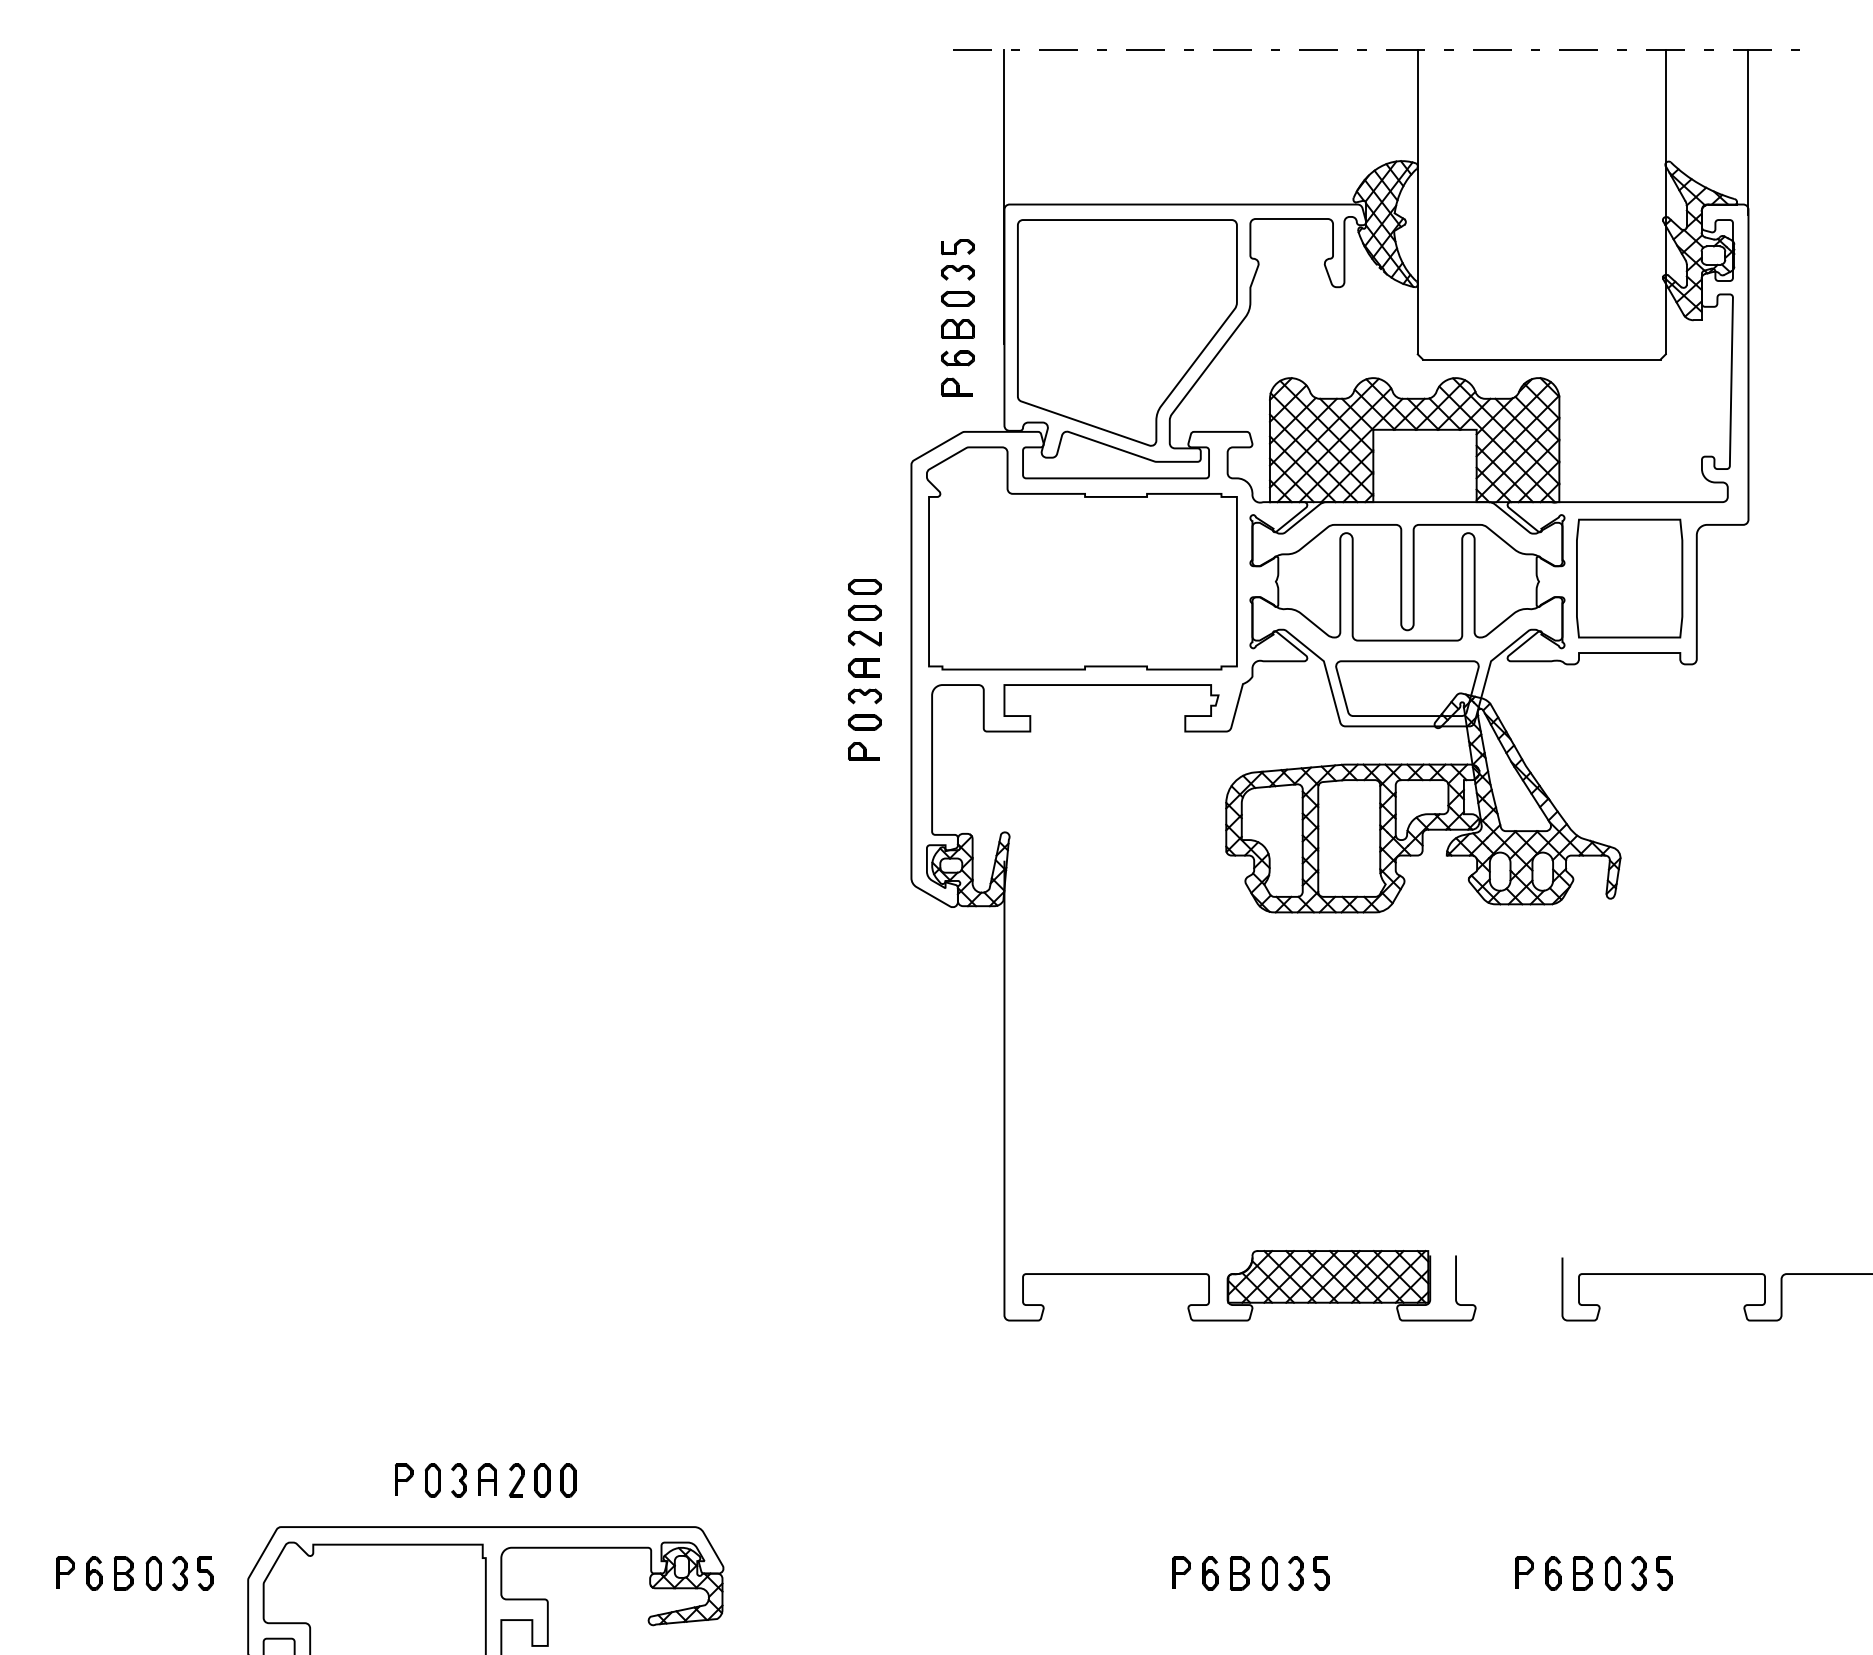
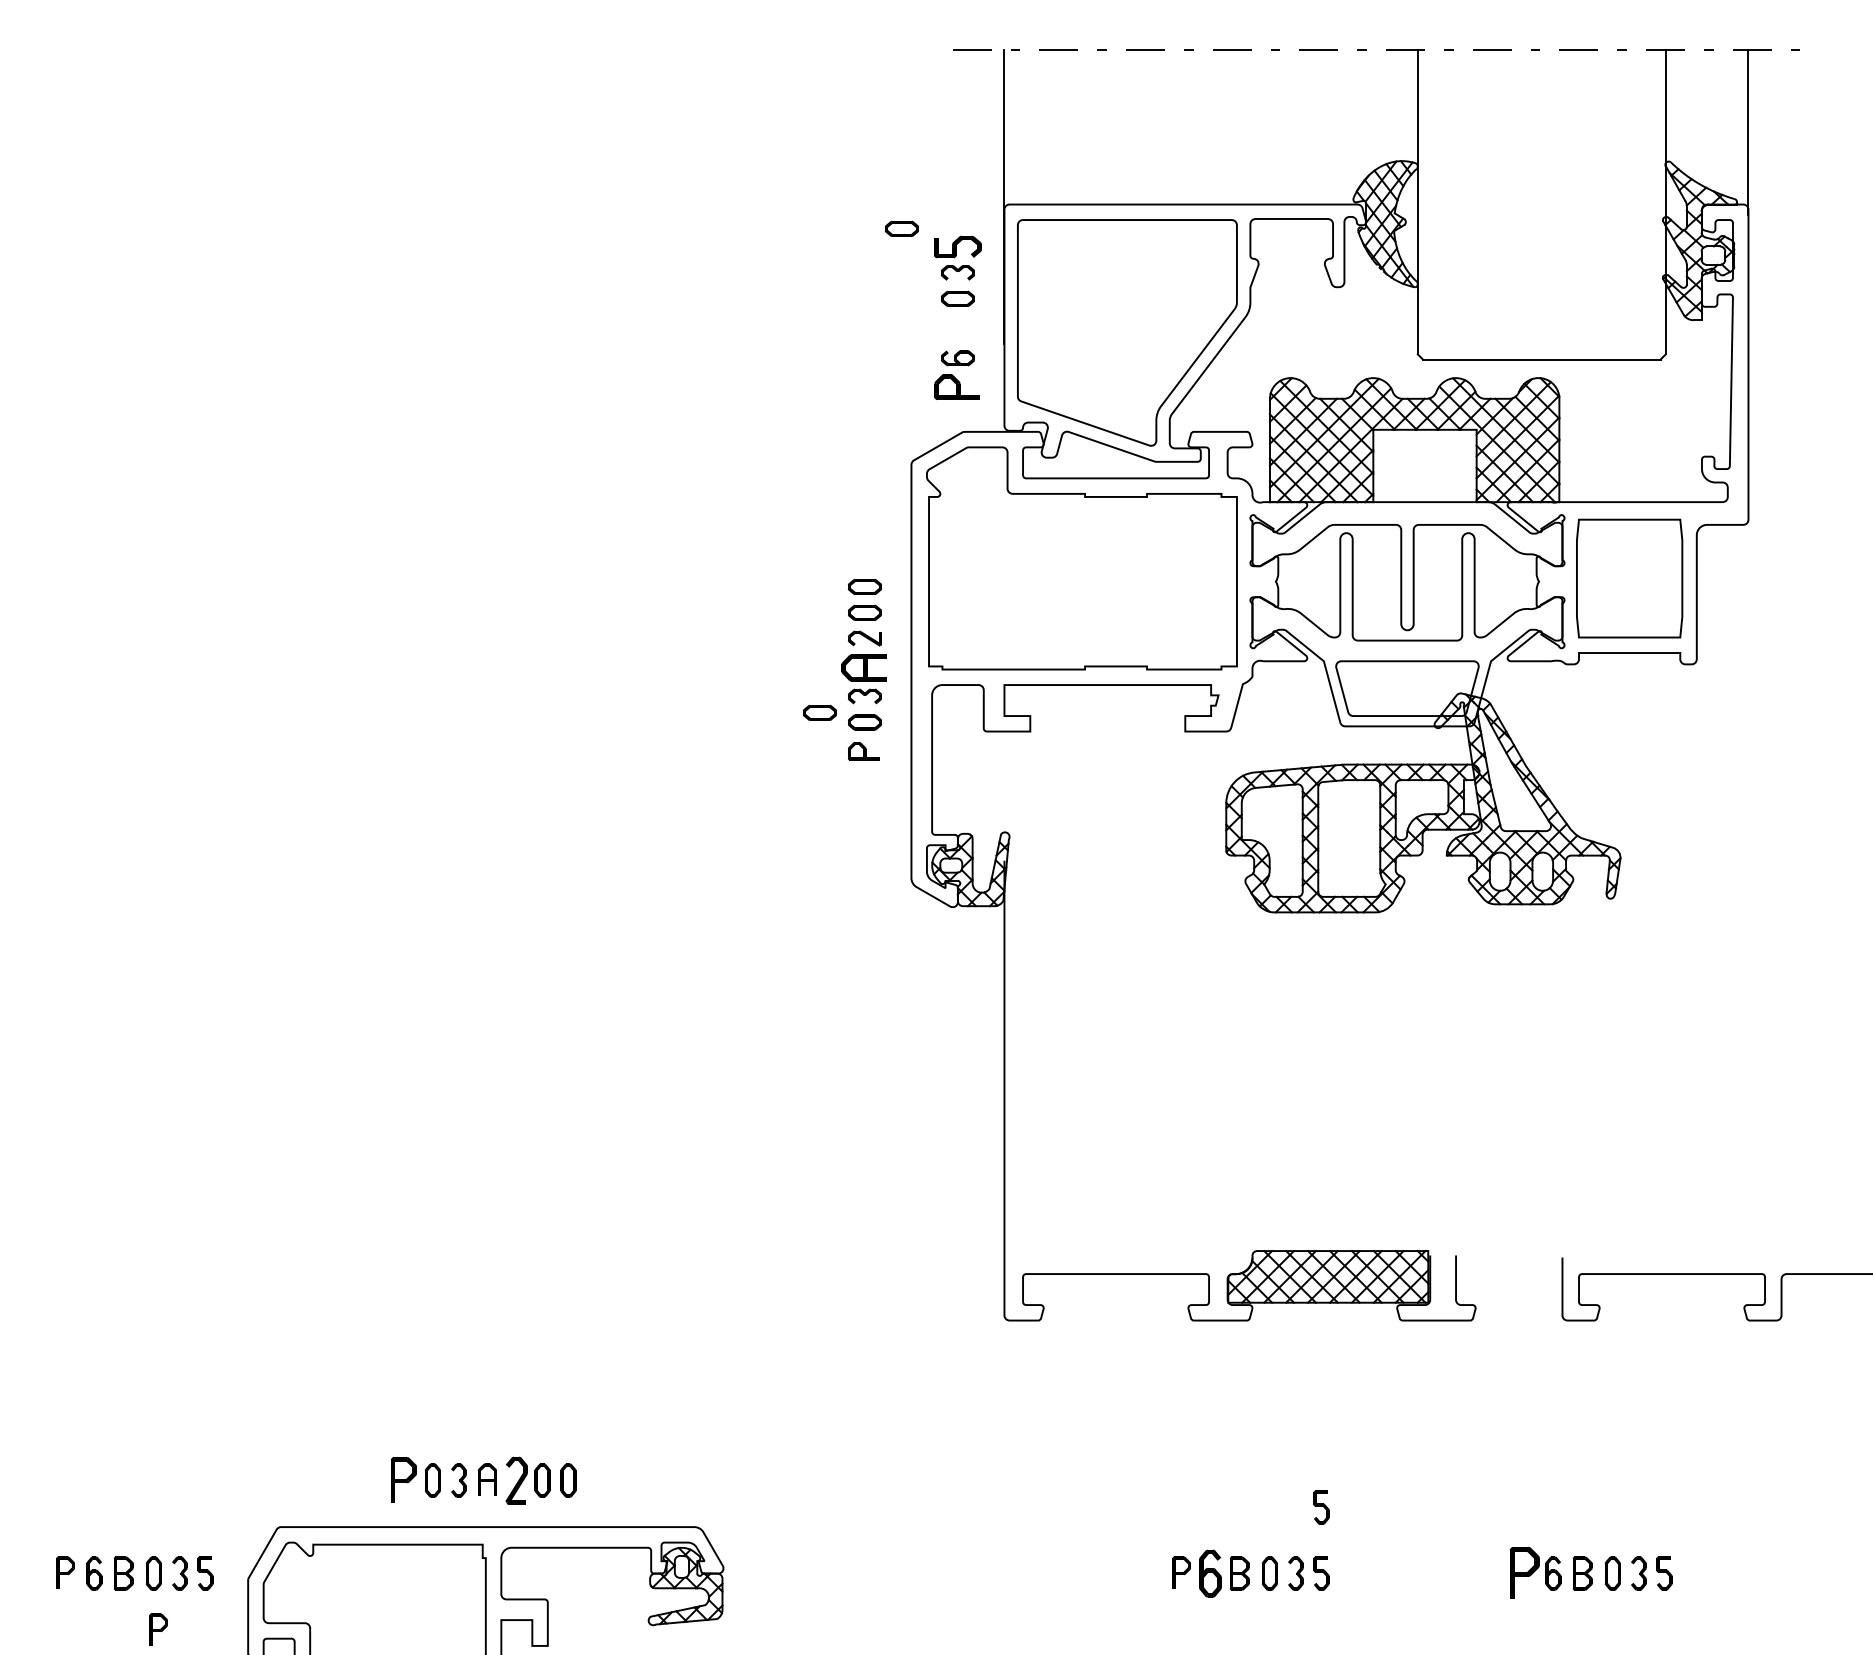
part at (901, 228): none -> present
part at (957, 247) size: 34x17 px -> 48x24 px
part at (957, 328): present -> none
part at (956, 386) size: 32x20 px -> 46x26 px
part at (863, 667) size: 32x20 px -> 46x28 px
part at (819, 712): none -> present
part at (404, 1479) size: 19x33 px -> 27x46 px
part at (516, 1480) size: 16x35 px -> 23x49 px
part at (1321, 1507): none -> present
part at (1524, 1572) size: 19x33 px -> 31x52 px
part at (1210, 1573) size: 17x35 px -> 23x49 px
part at (158, 1629): none -> present
